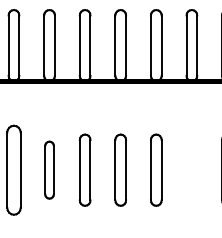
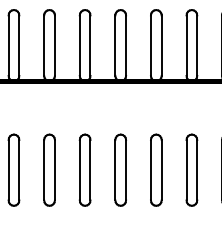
part at (13, 169) size: 16x92 px -> 14x74 px
part at (49, 169) size: 11x60 px -> 13x74 px
part at (191, 169): none -> present
